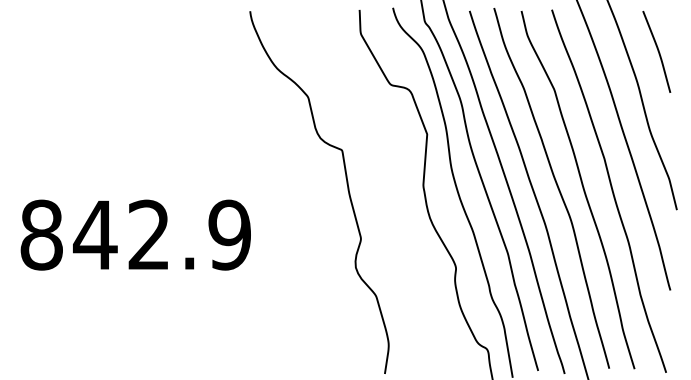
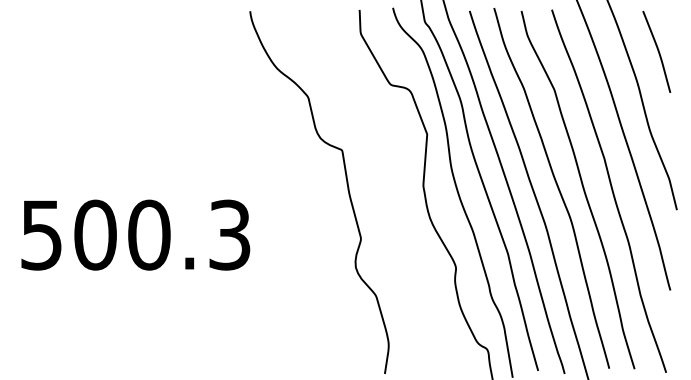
text at (135, 234): 842.9 -> 500.3
